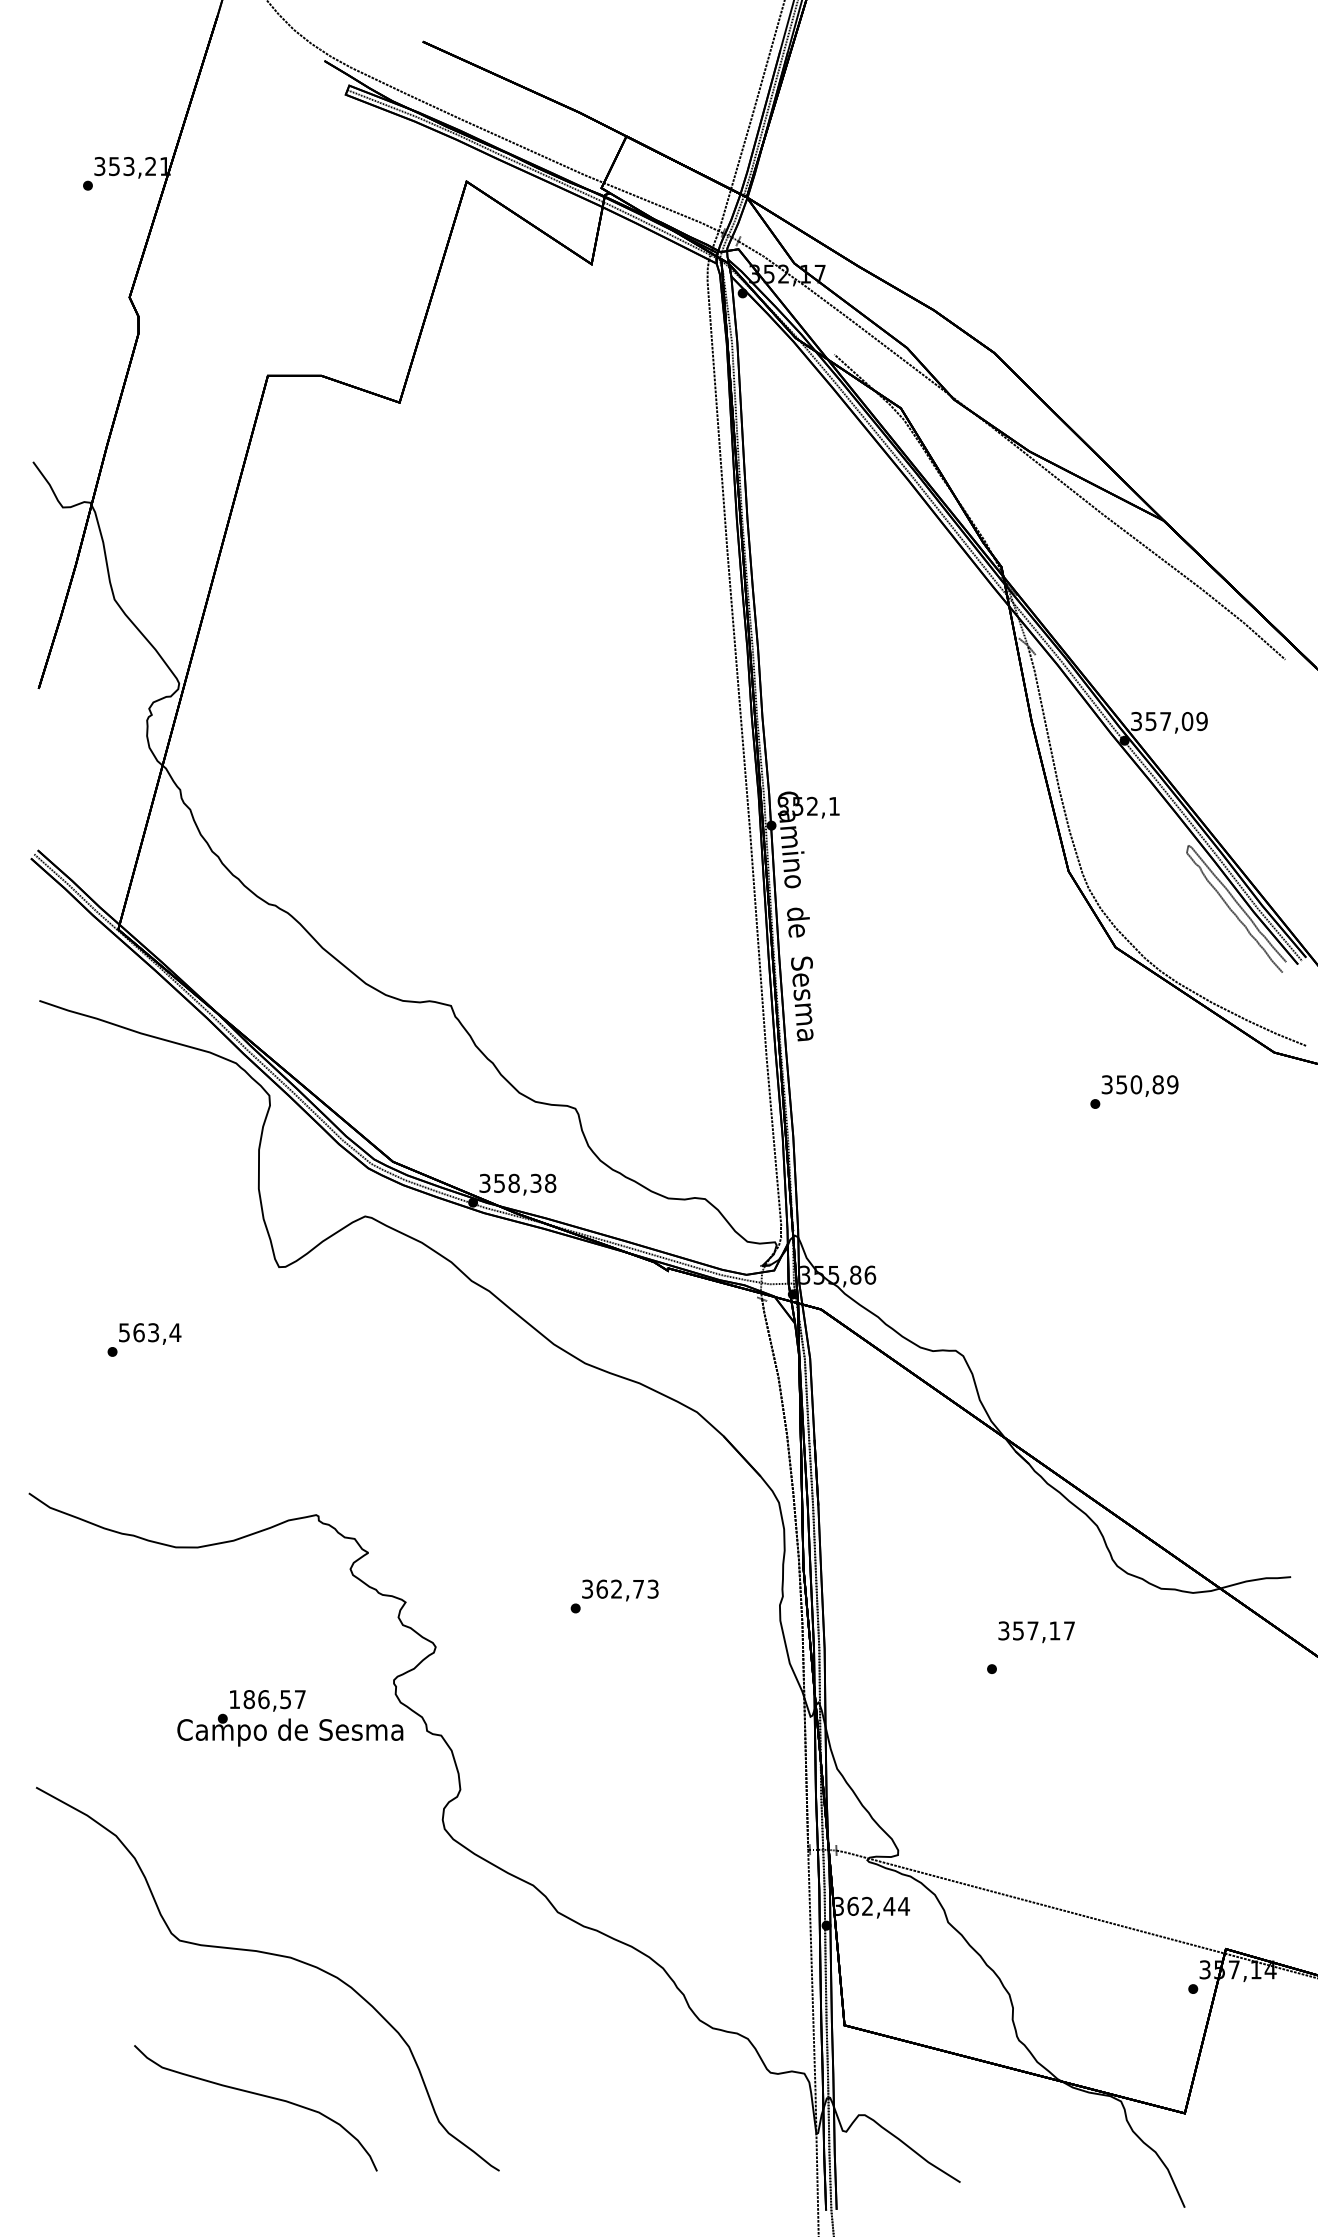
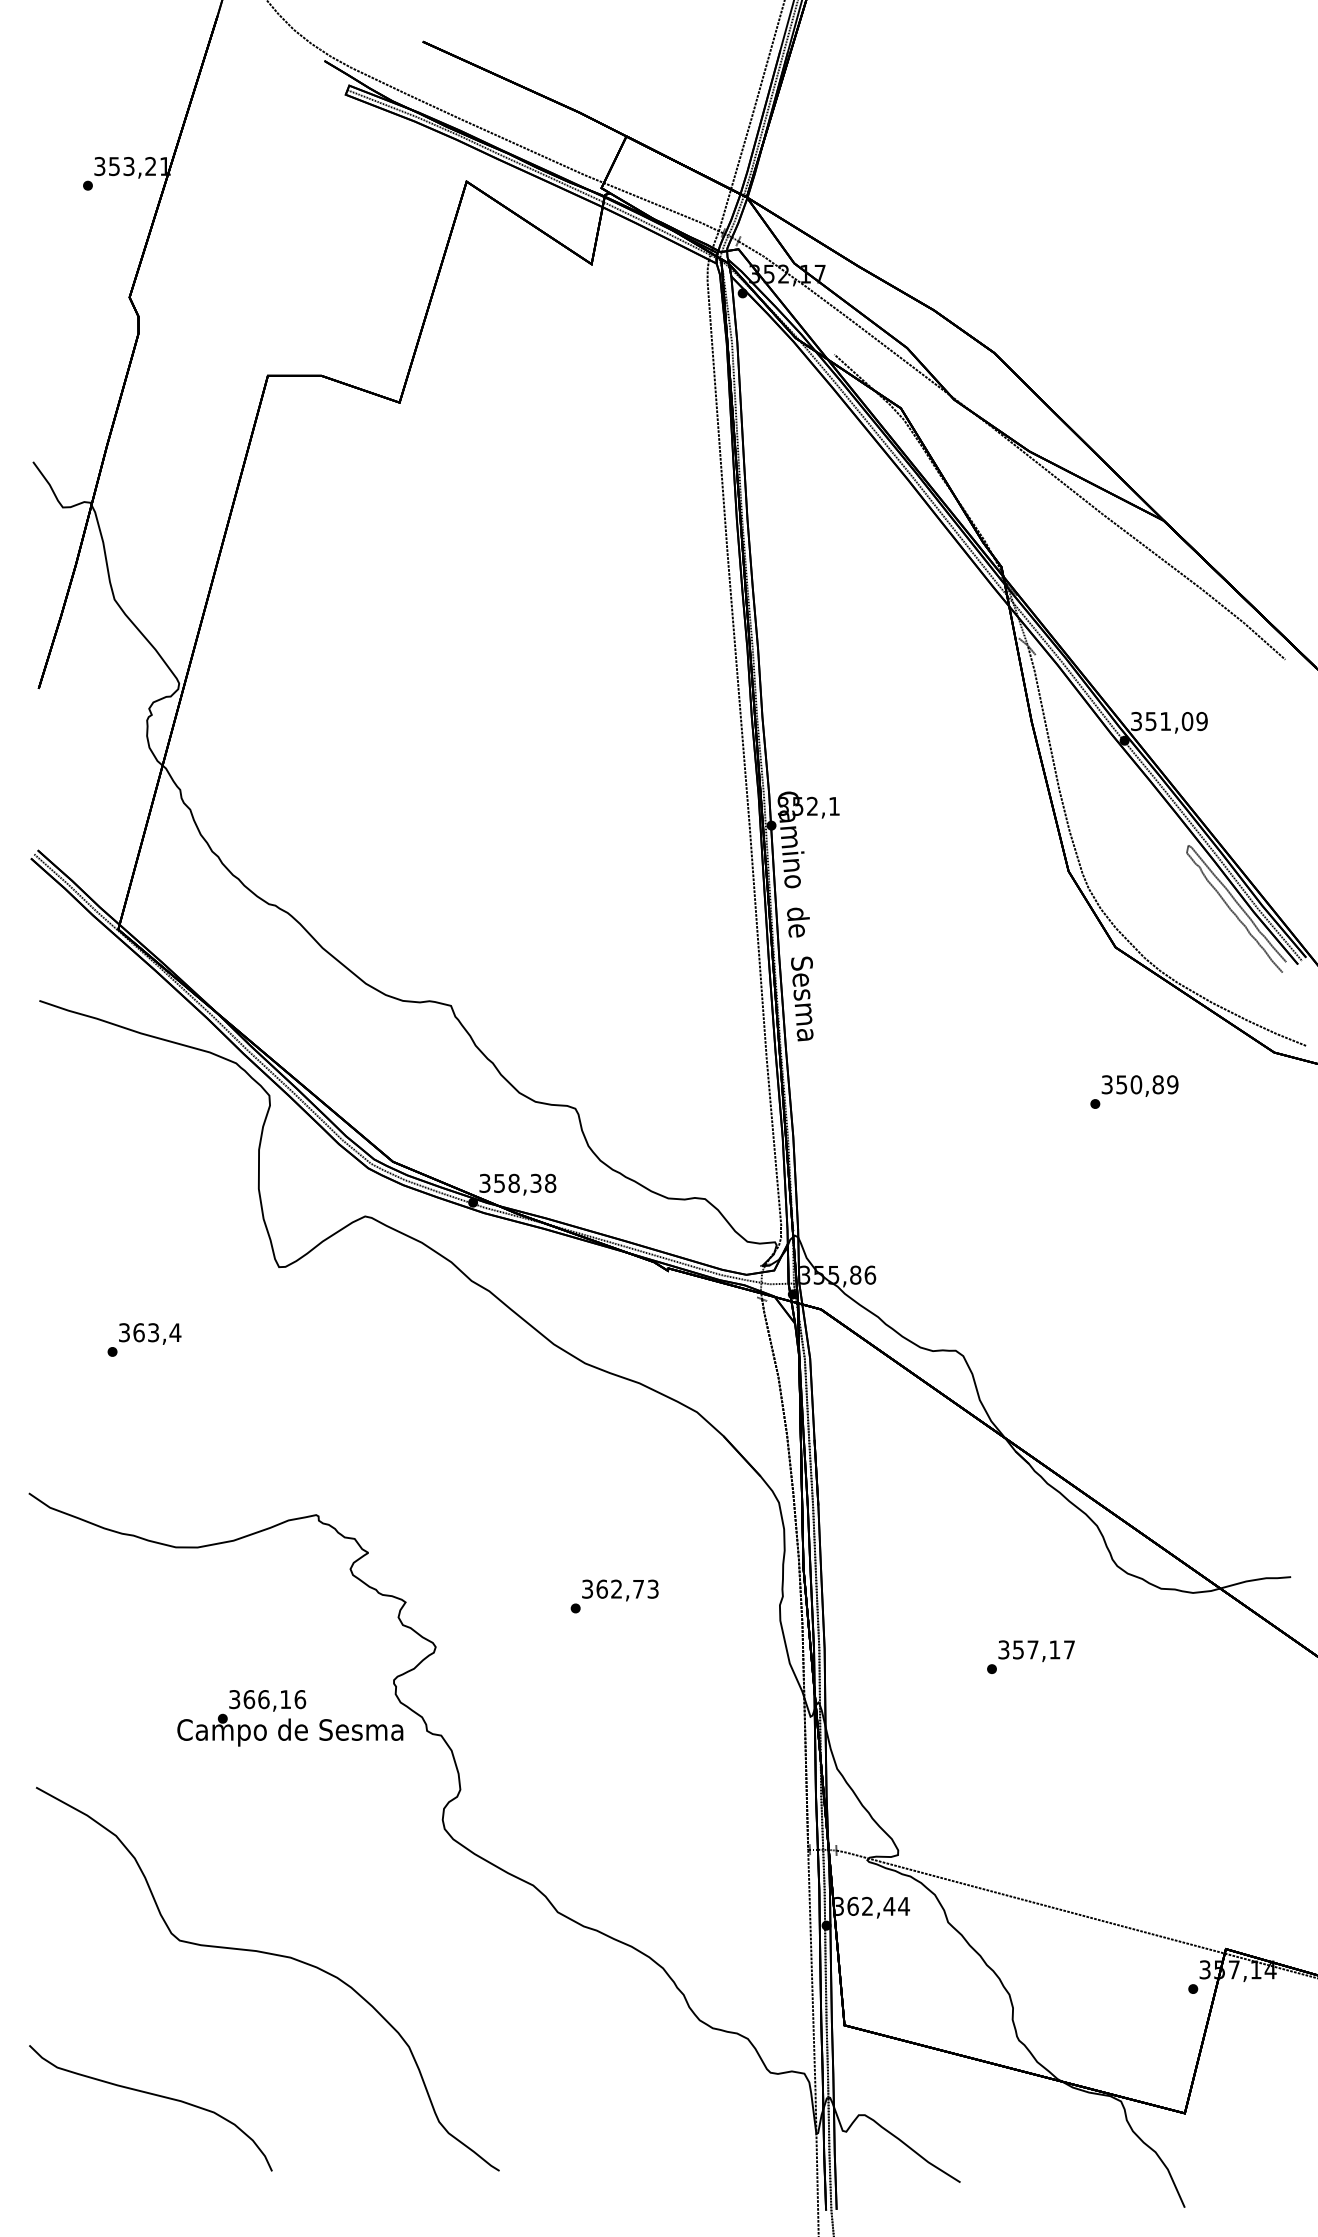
text at (1165, 721): 357,09 -> 351,09
text at (124, 1332): 563,4 -> 363,4
text at (1036, 1632) position: (1036, 1632) -> (1036, 1651)
text at (267, 1699): 186,57 -> 366,16
curve at (258, 2095) position: (258, 2095) -> (153, 2095)
